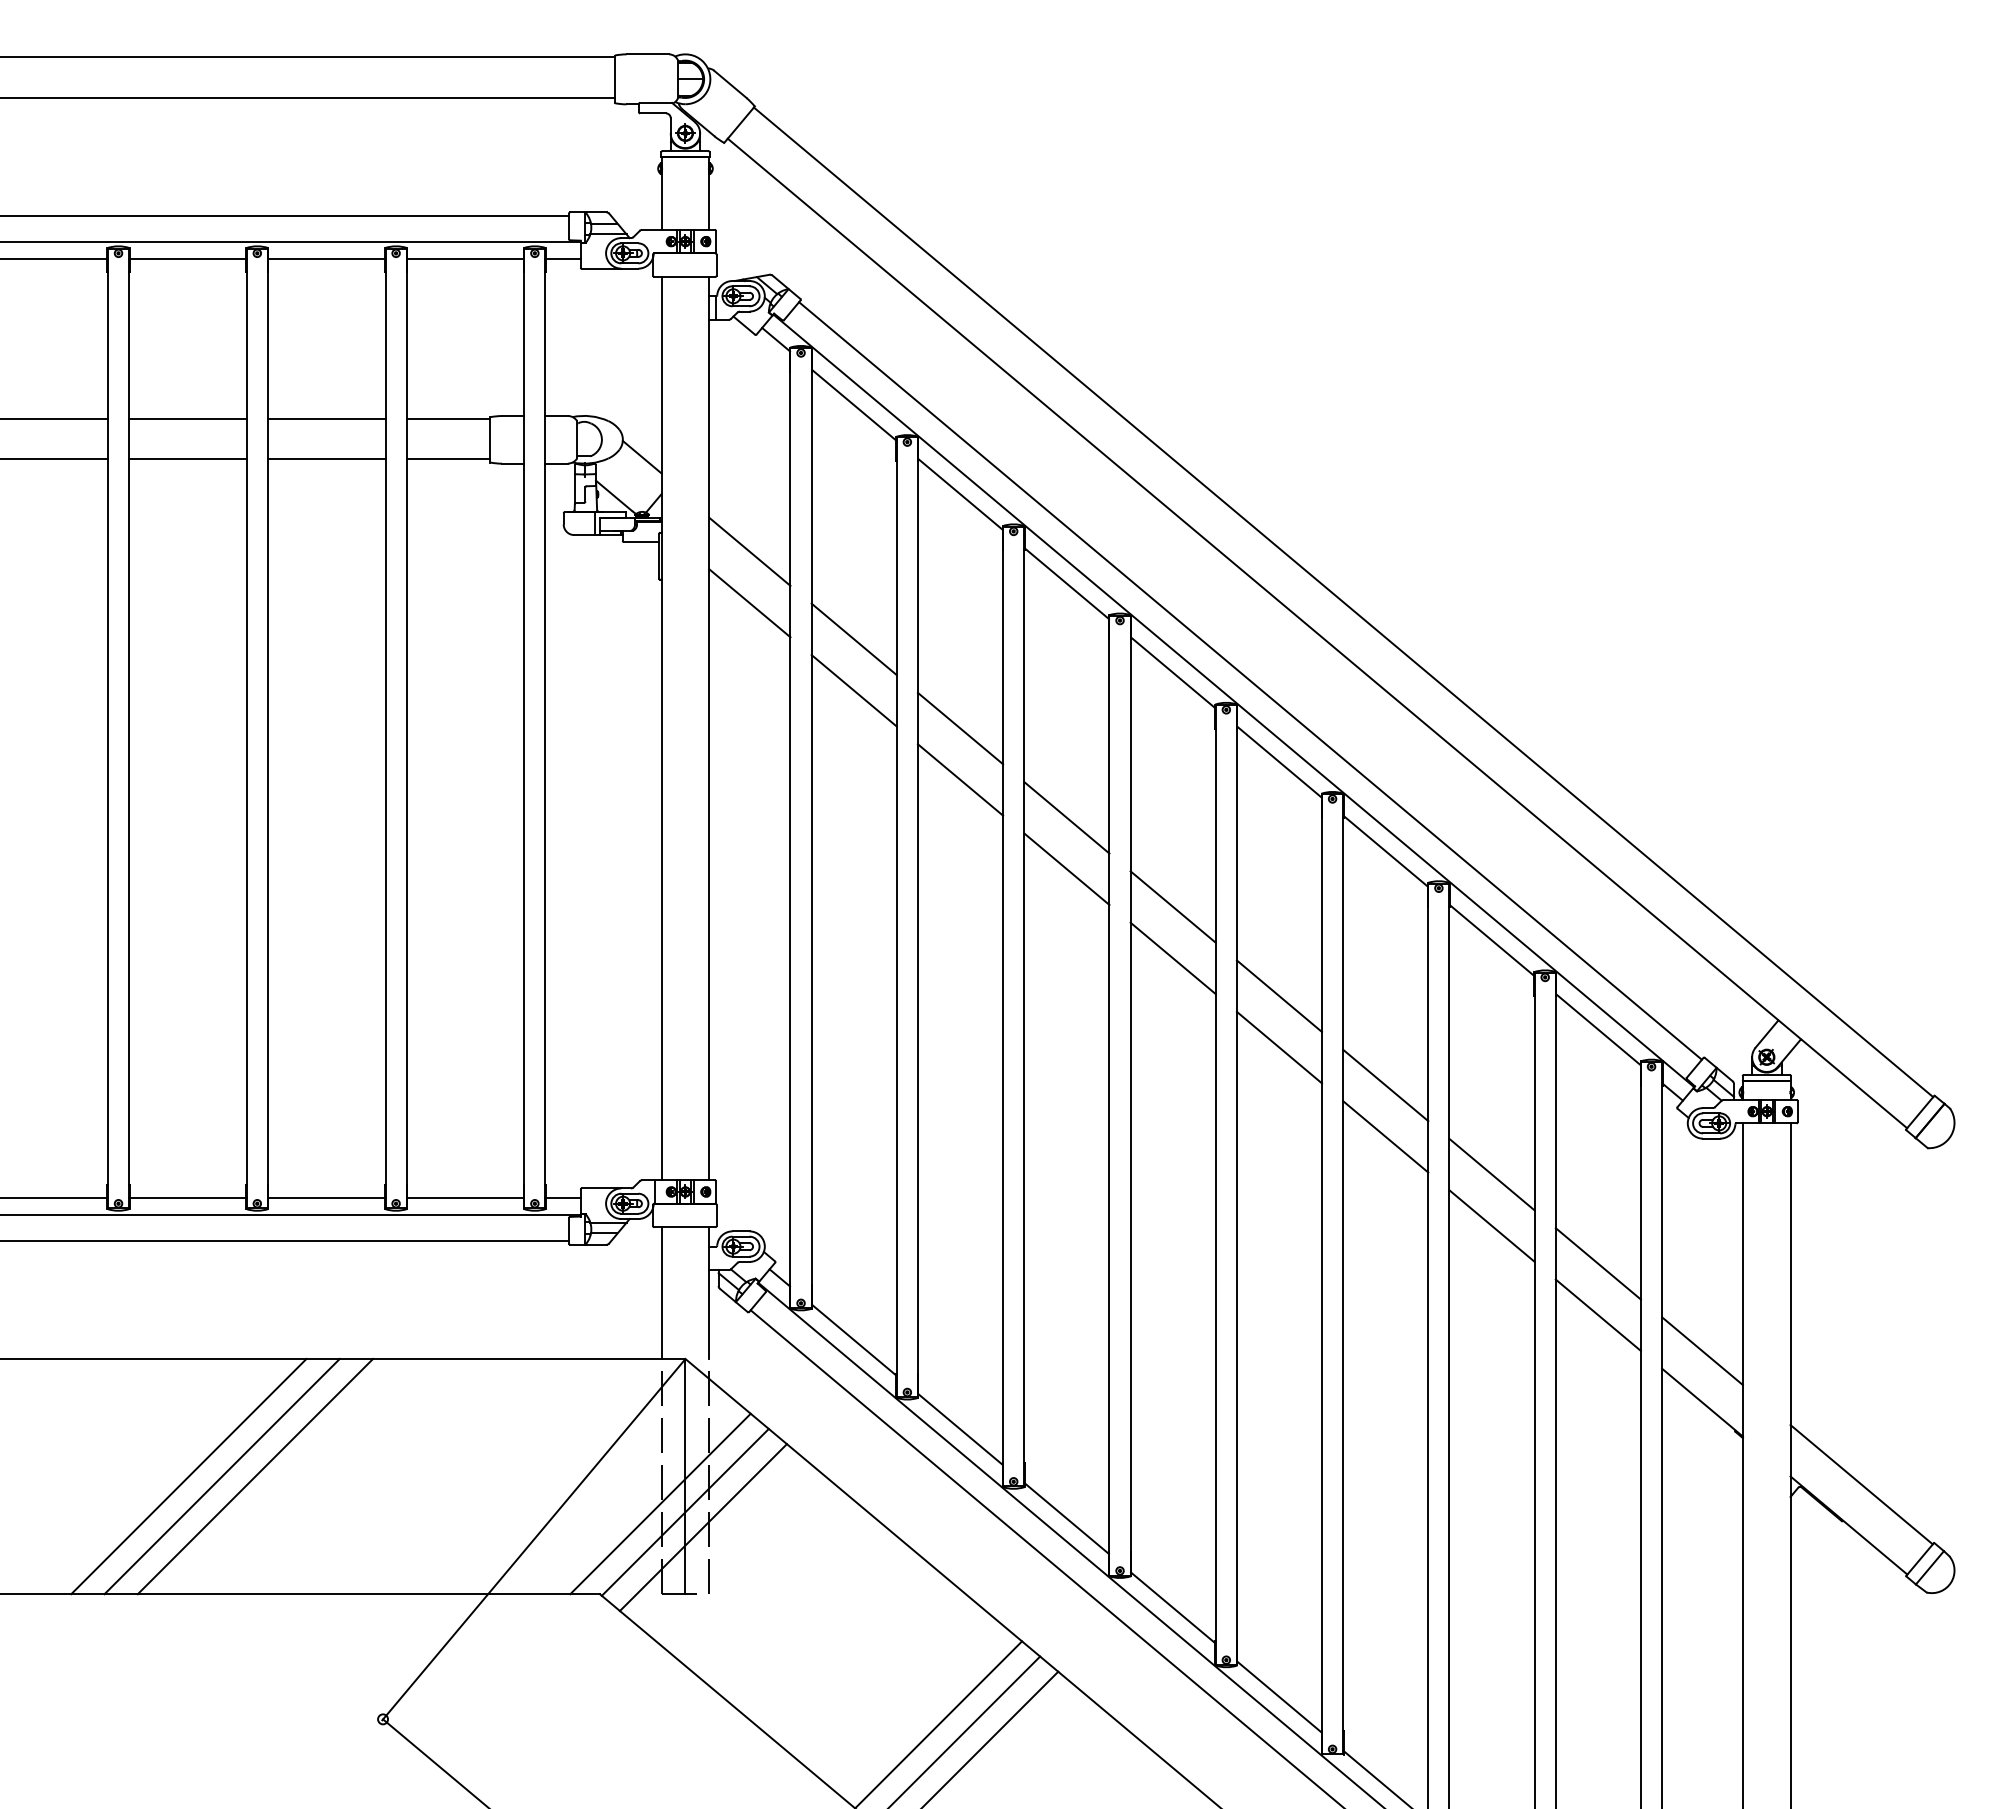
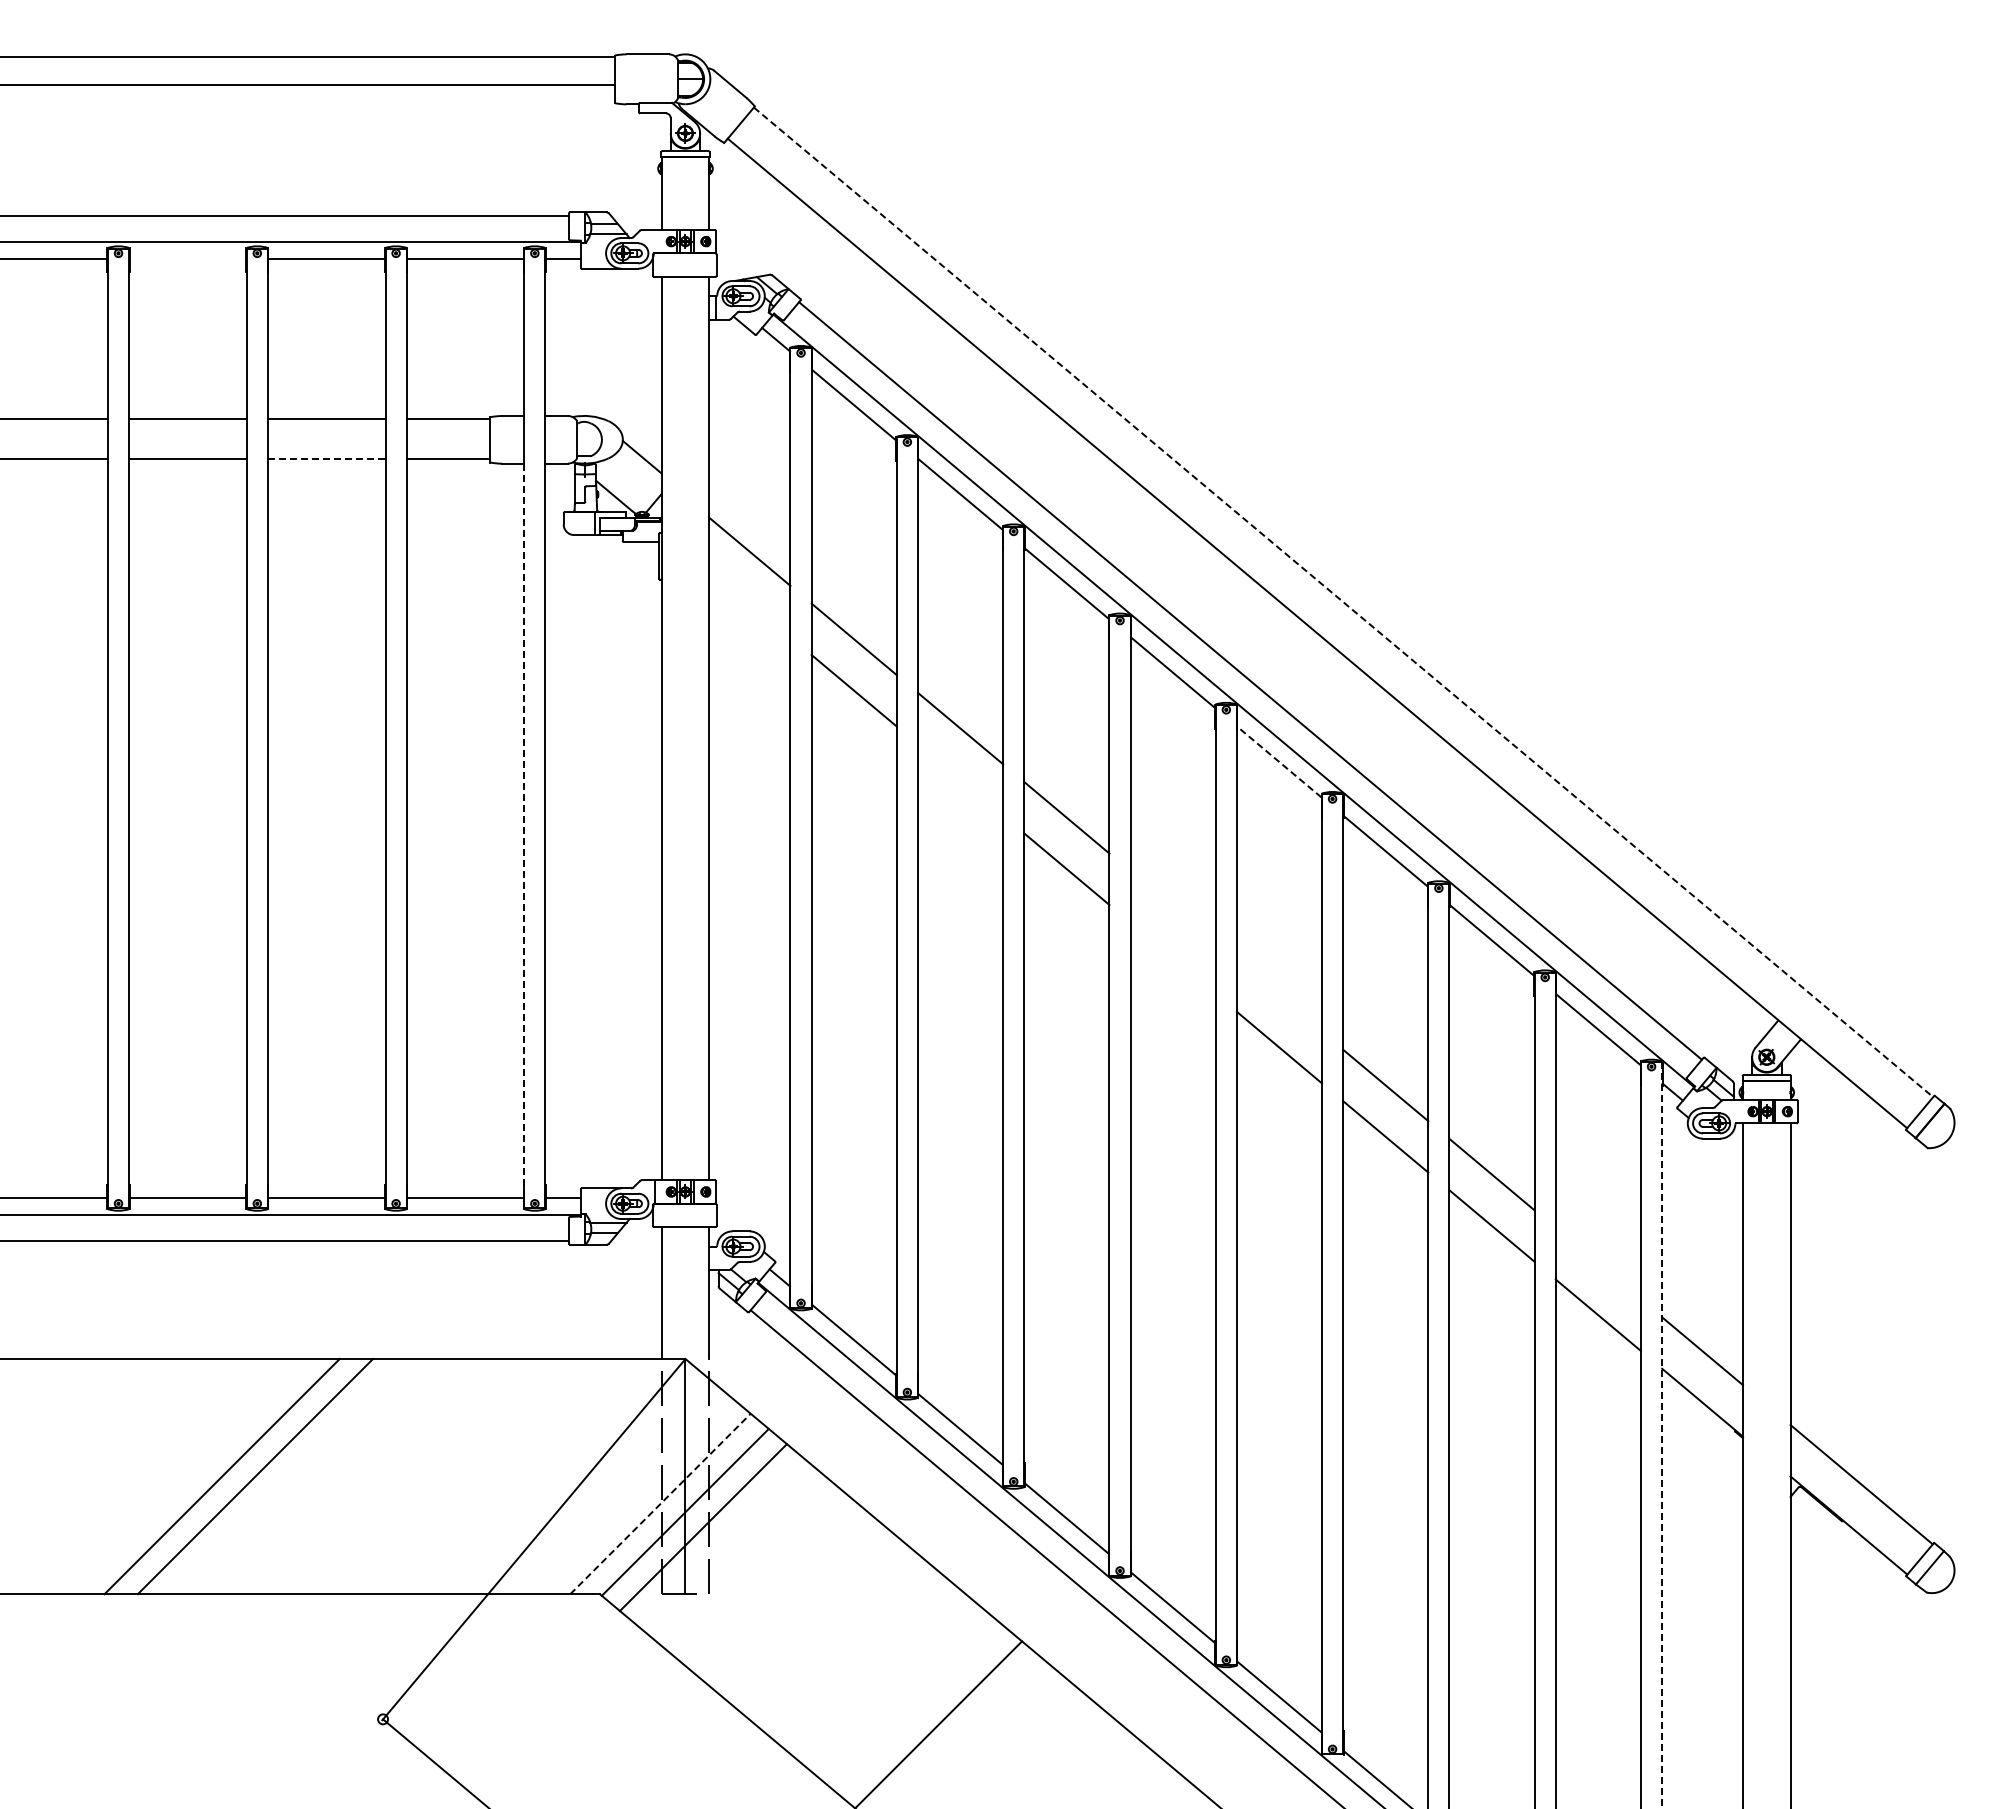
line at (308, 97) position: (308, 97) -> (308, 84)
line at (187, 259): present -> none
line at (326, 458): solid -> dashed
line at (1343, 602): solid -> dashed
line at (749, 603): present -> none
line at (1279, 762): solid -> dashed
line at (960, 779): present -> none
line at (524, 836): solid -> dashed
line at (1172, 906): present -> none
line at (1172, 958): present -> none
line at (1278, 996): present -> none
line at (1597, 1263): present -> none
line at (1662, 1435): solid -> dashed
line at (188, 1476): present -> none
line at (660, 1504): solid -> dashed
line at (965, 1730): present -> none
line at (991, 1738): present -> none
